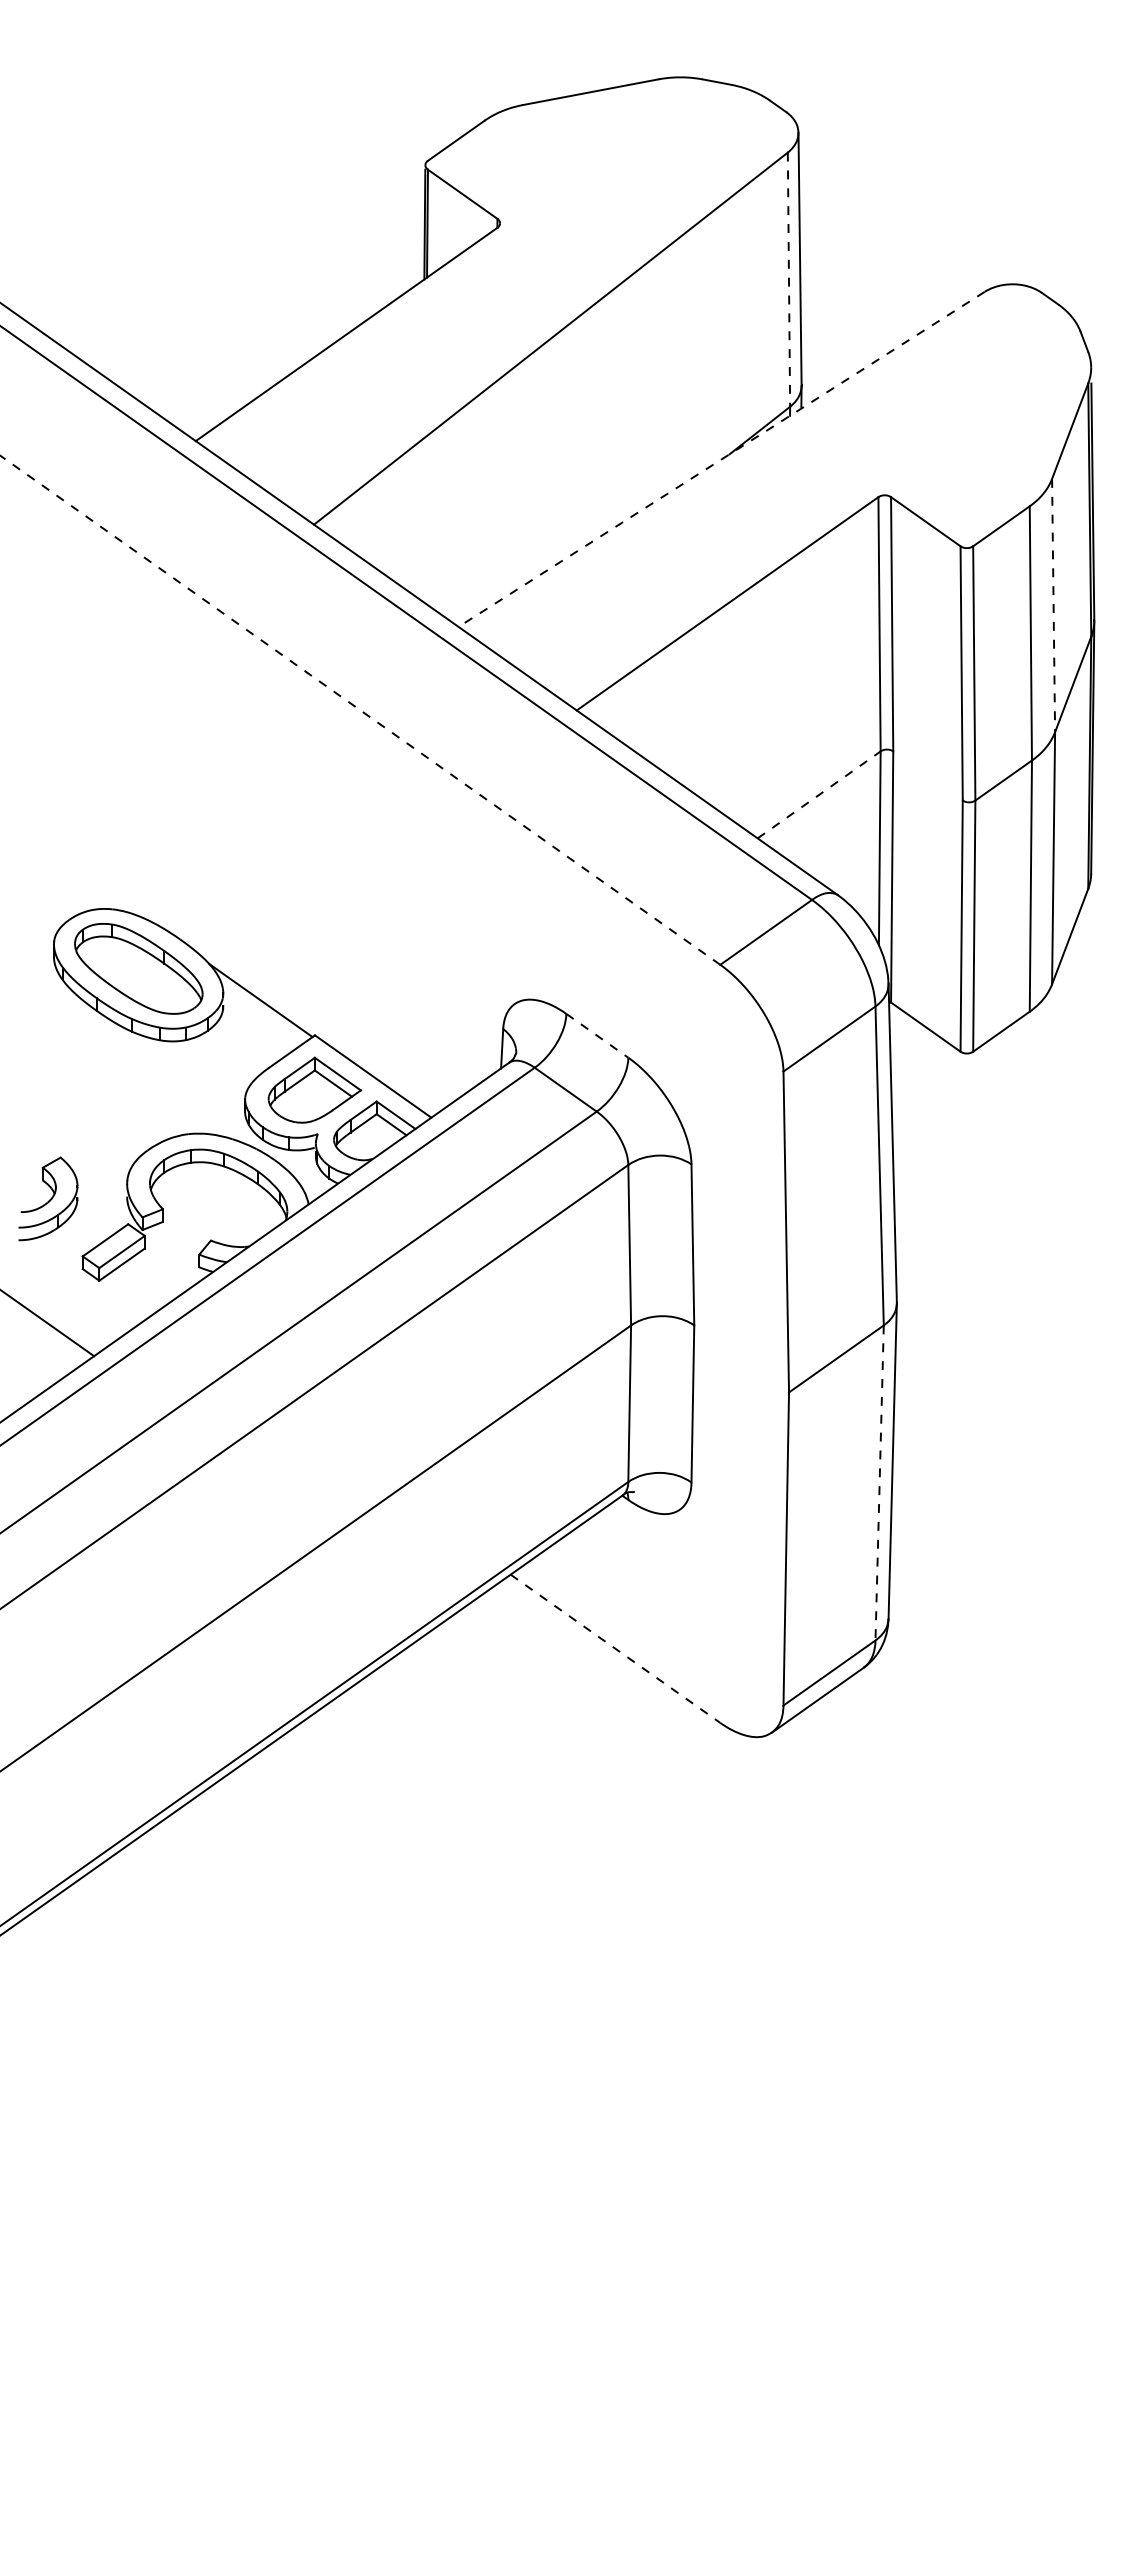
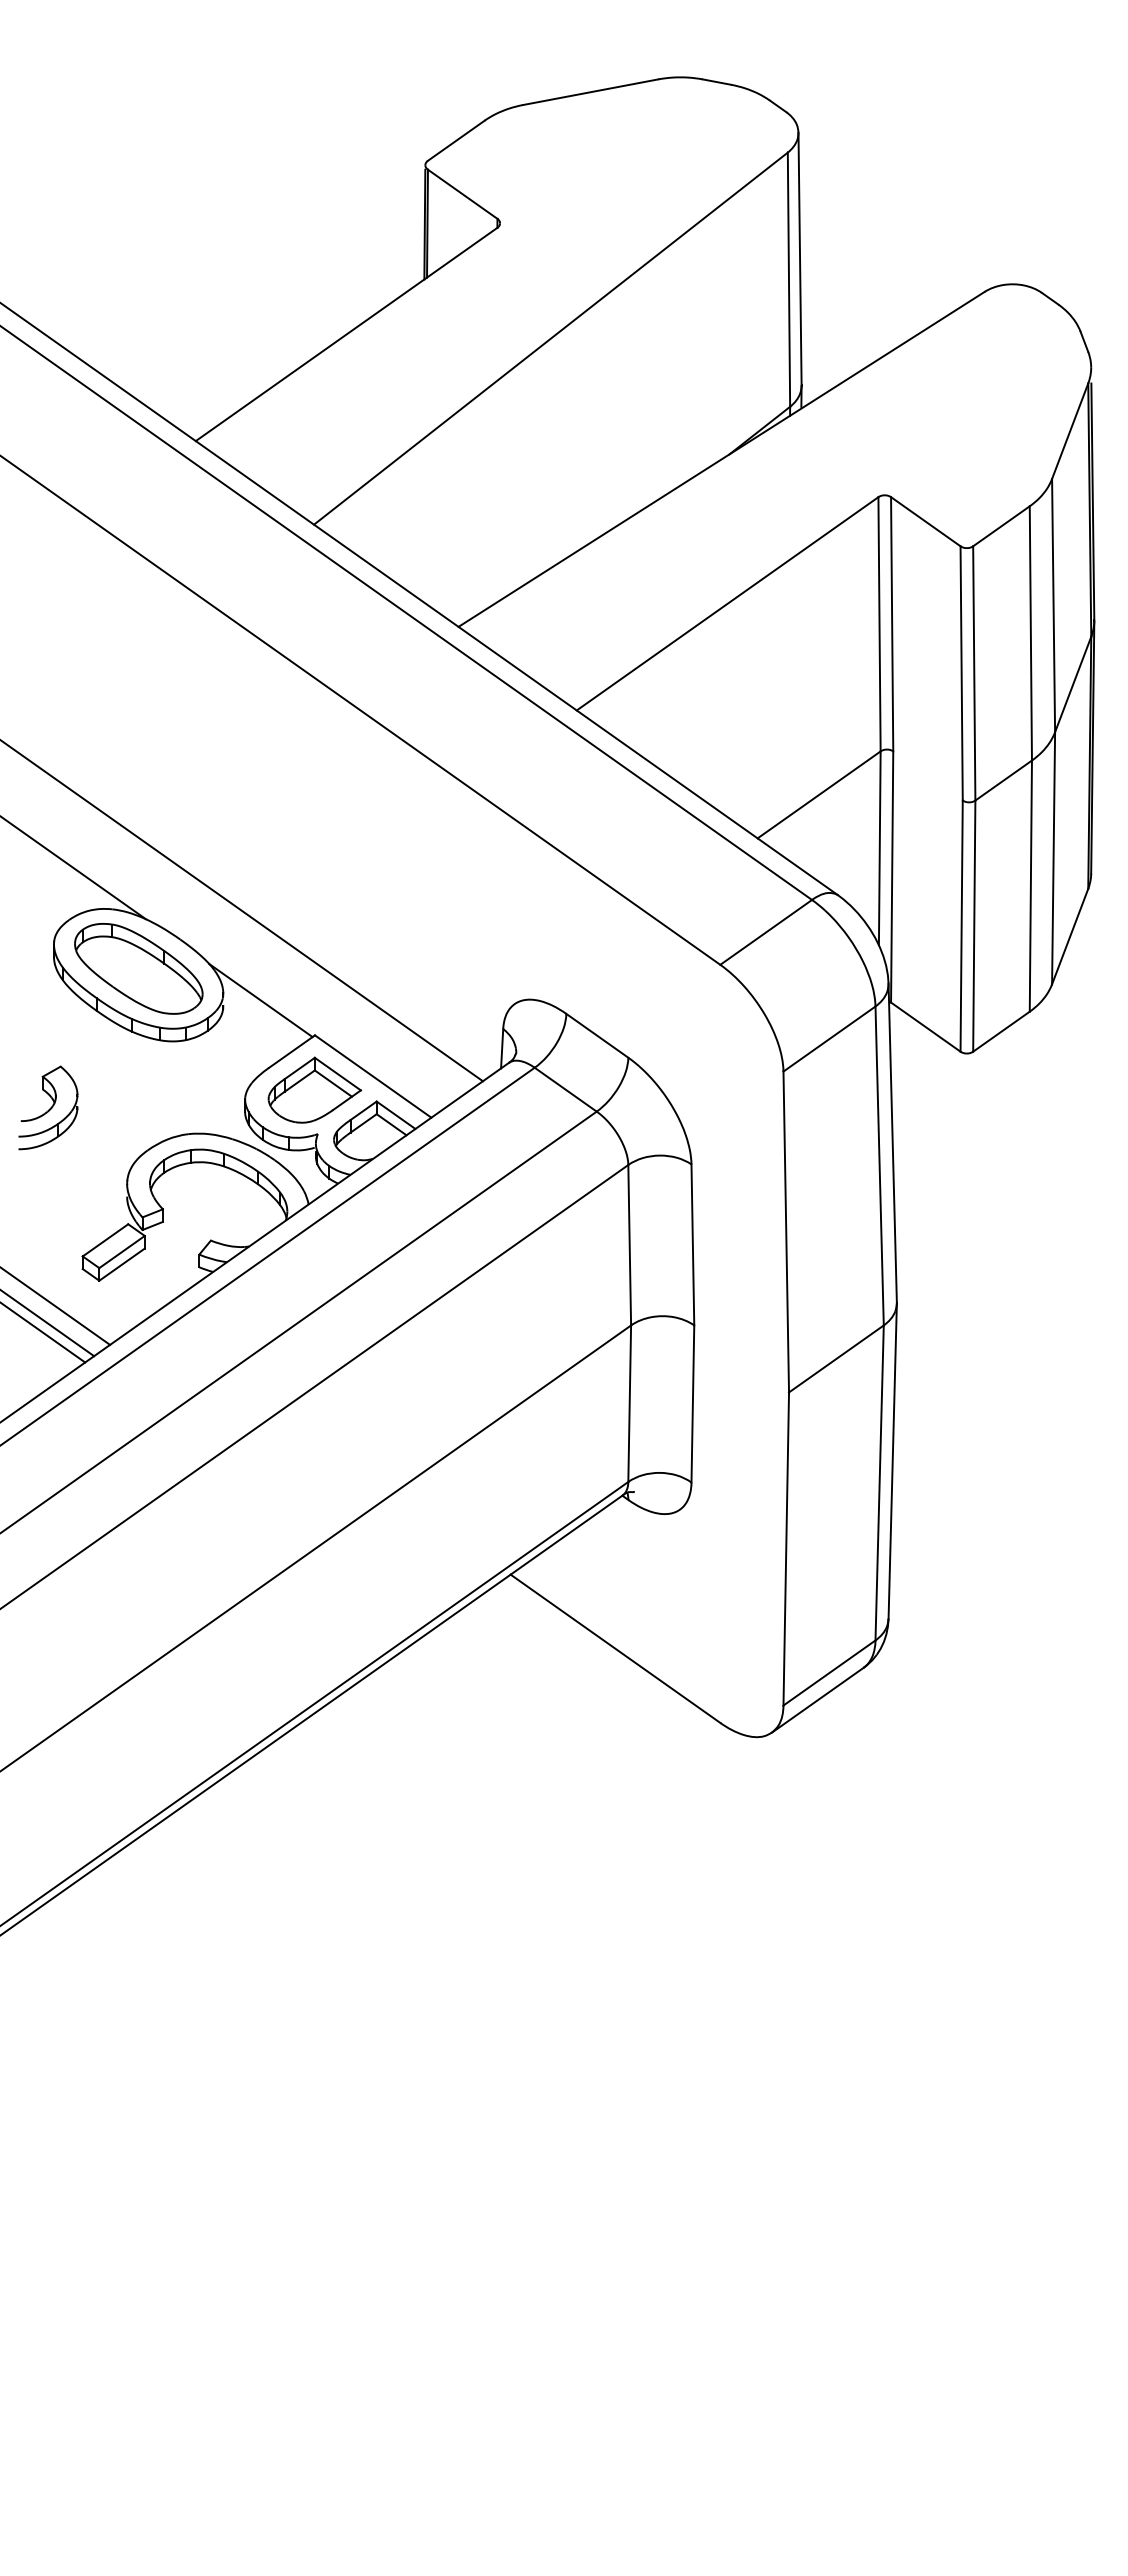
line at (788, 280): dashed -> solid
line at (721, 459): dashed -> solid
line at (1053, 605): dashed -> solid
line at (360, 710): dashed -> solid
line at (819, 794): dashed -> solid
line at (73, 868): none -> present
line at (242, 911): none -> present
line at (597, 1035): dashed -> solid
part at (48, 1198) position: (48, 1198) -> (48, 1107)
line at (56, 1306): none -> present
line at (43, 1332): none -> present
line at (879, 1482): dashed -> solid
line at (615, 1649): dashed -> solid
